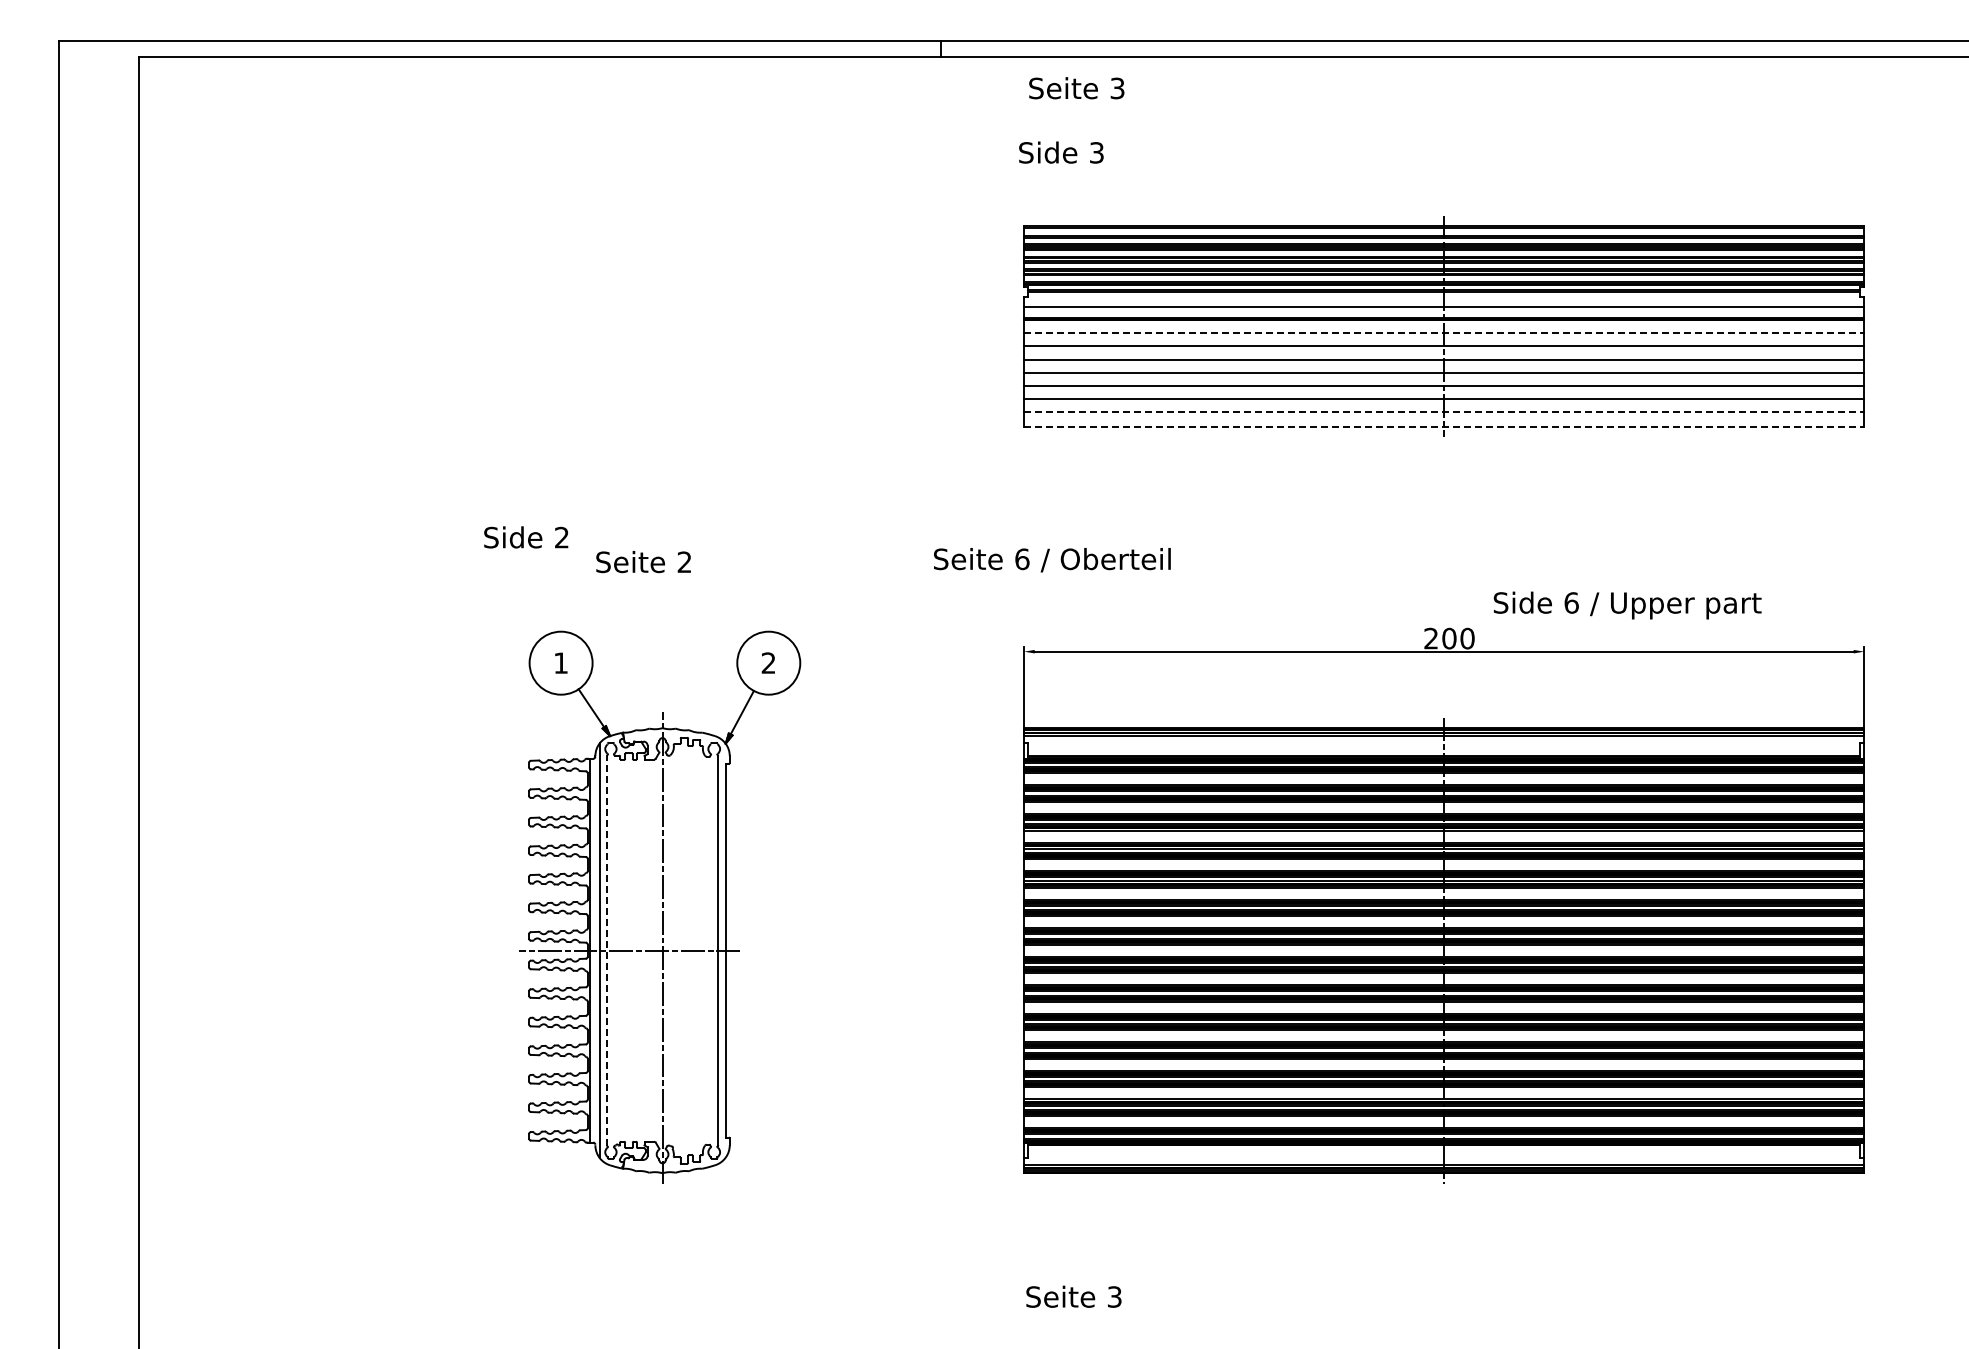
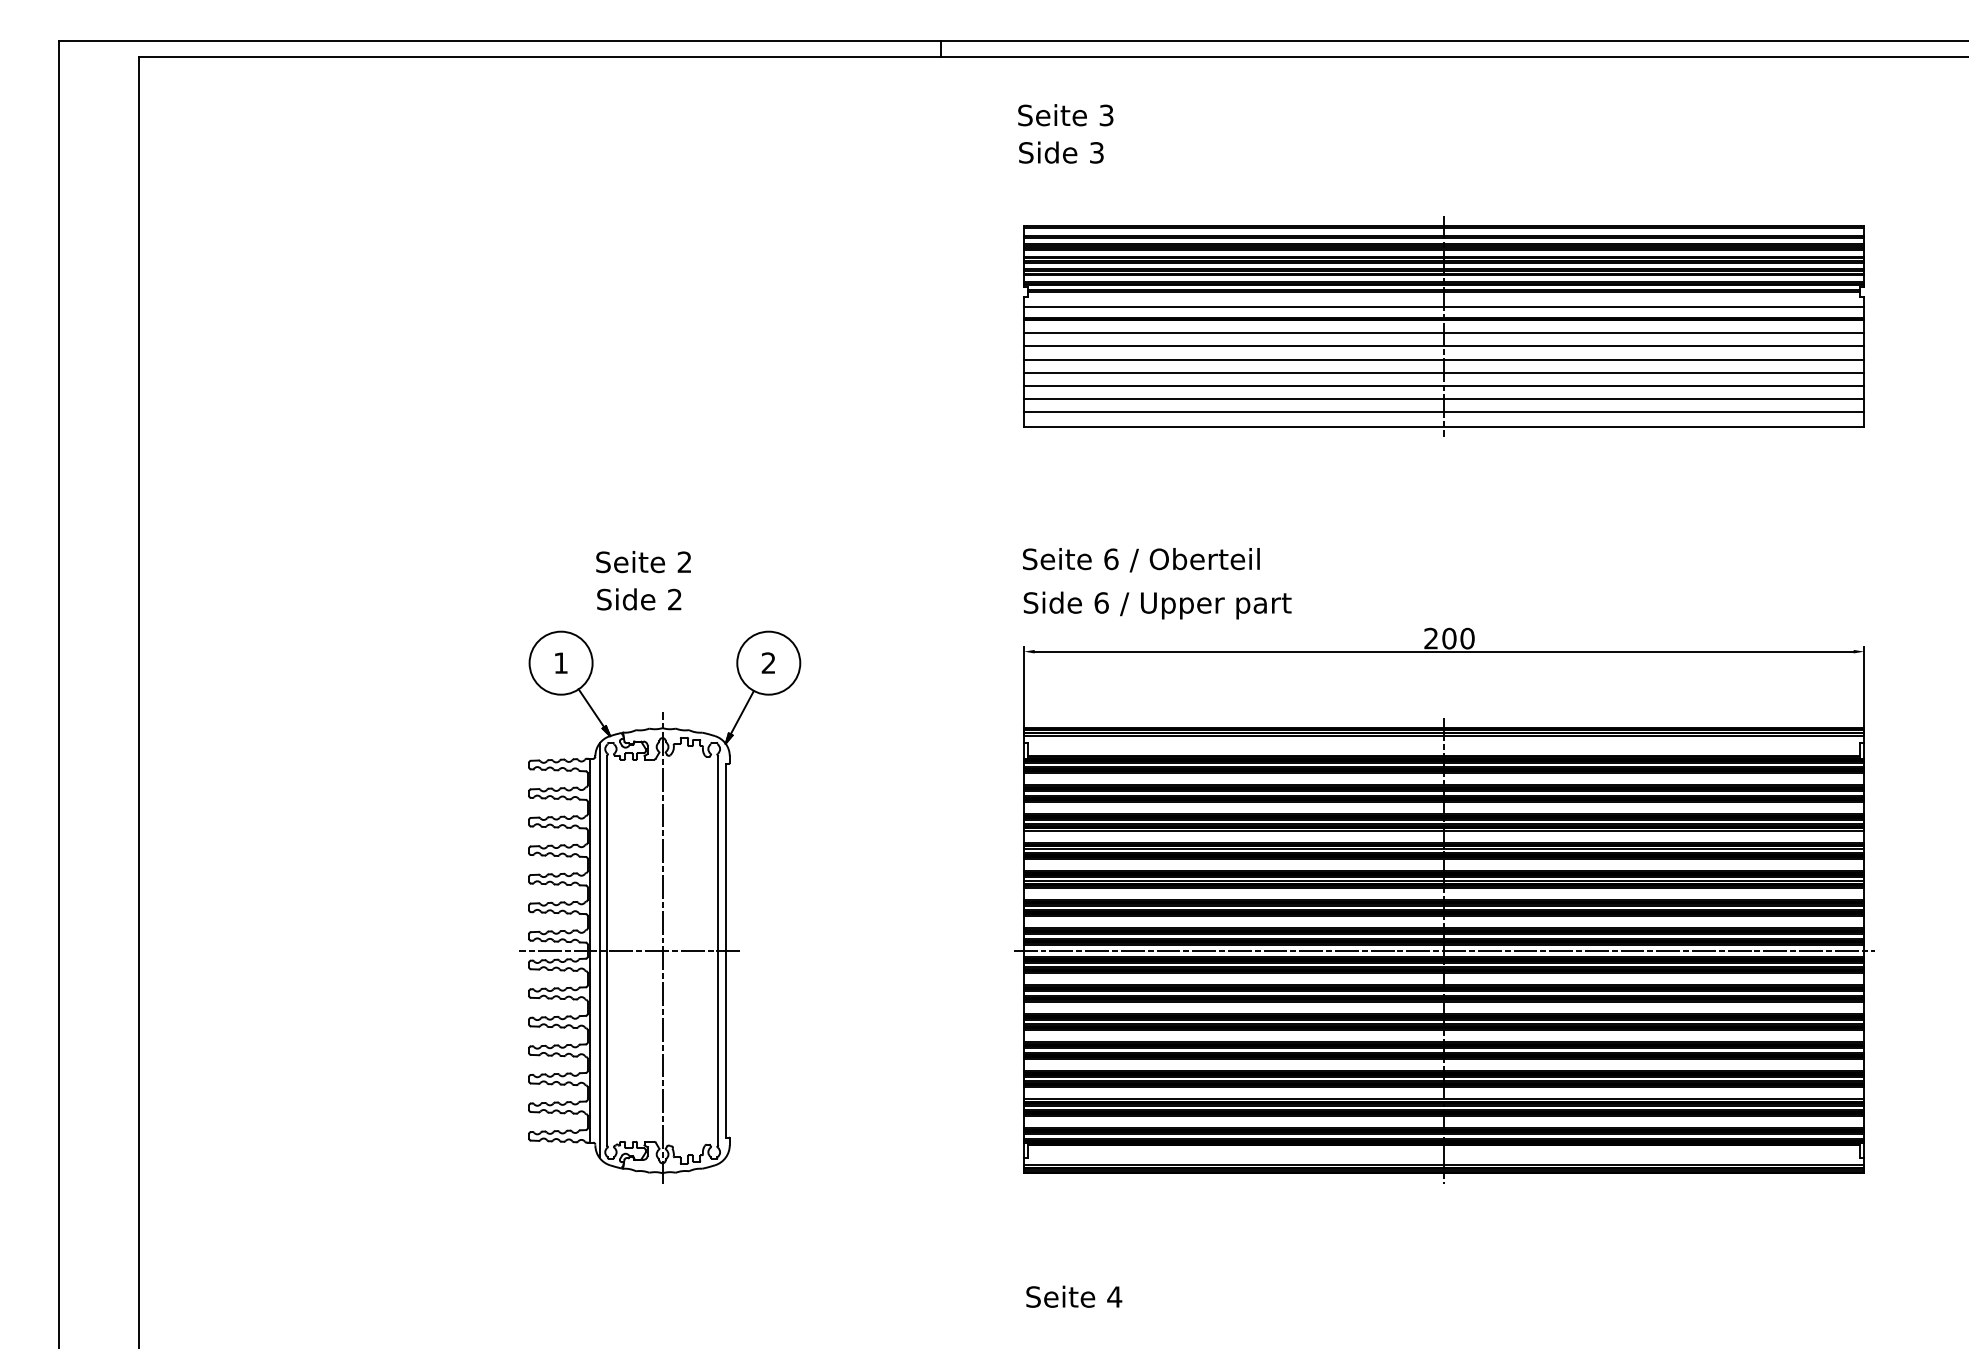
text at (1076, 88) position: (1076, 88) -> (1065, 115)
line at (1444, 333): dashed -> solid
line at (1444, 412): dashed -> solid
line at (1444, 426): dashed -> solid
text at (526, 537) position: (526, 537) -> (639, 599)
text at (1052, 560) position: (1052, 560) -> (1141, 560)
text at (1627, 605) position: (1627, 605) -> (1157, 605)
line at (607, 950): dashed -> solid
line at (1443, 950): none -> present
text at (1114, 1296): 3 -> 4
